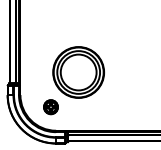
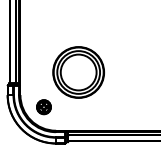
part at (50, 107) position: (50, 107) -> (43, 107)
